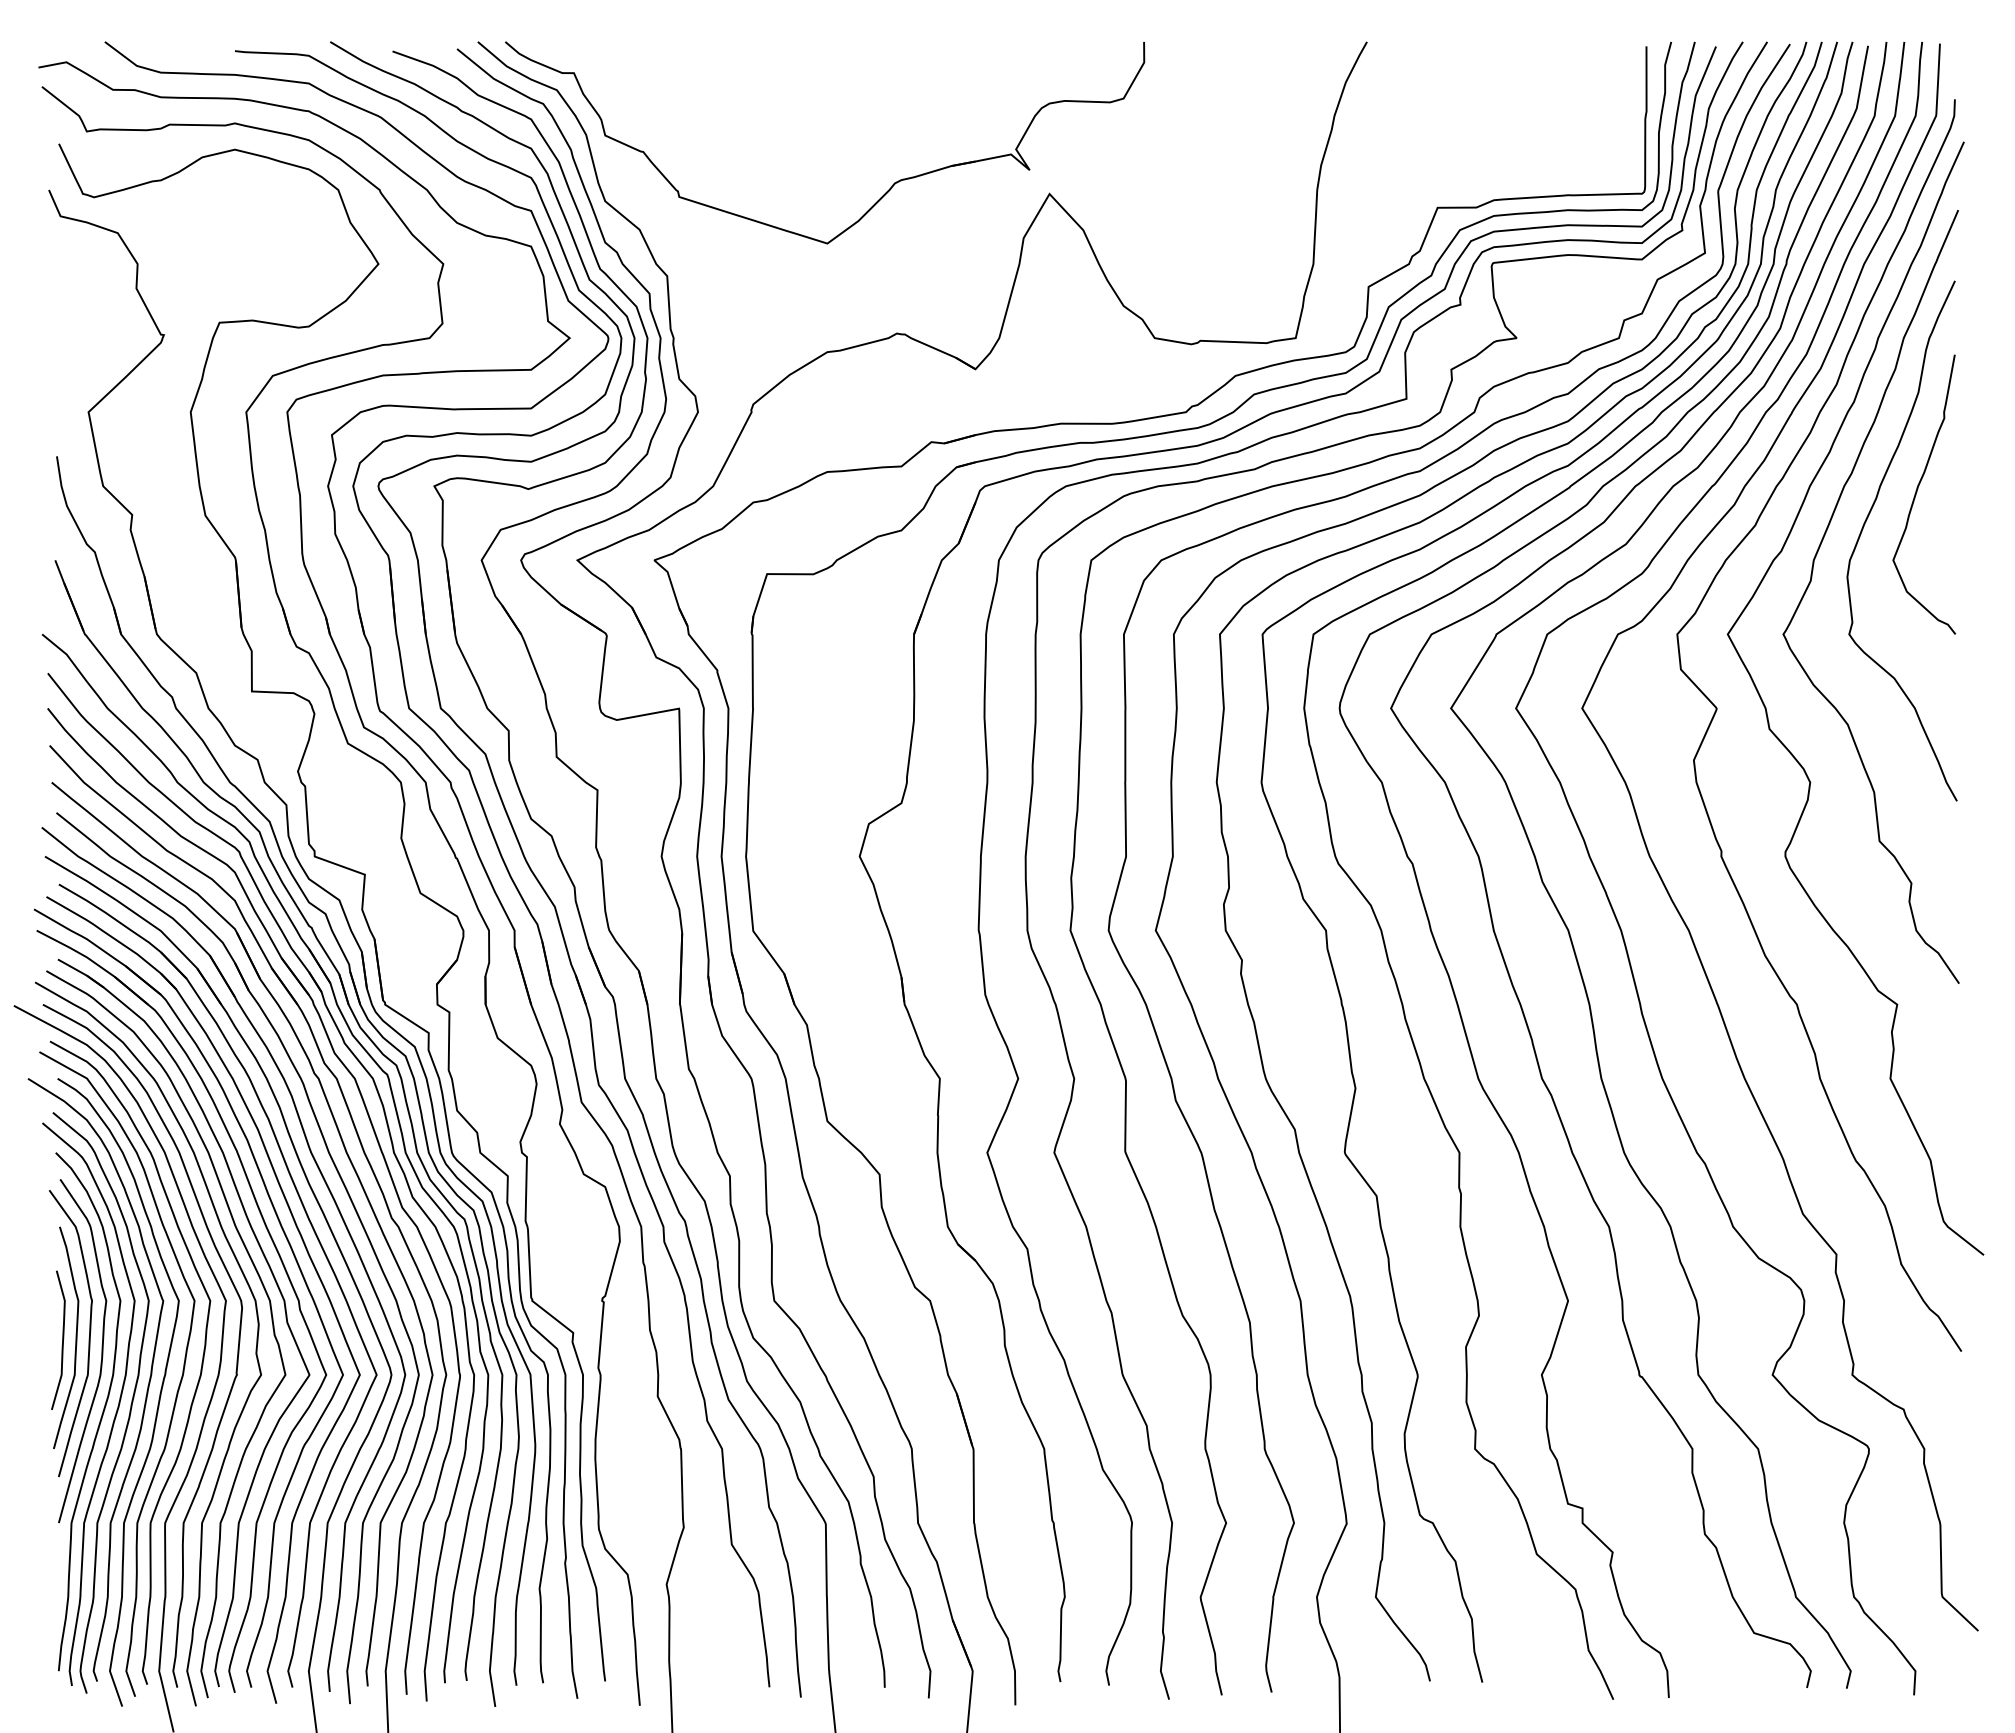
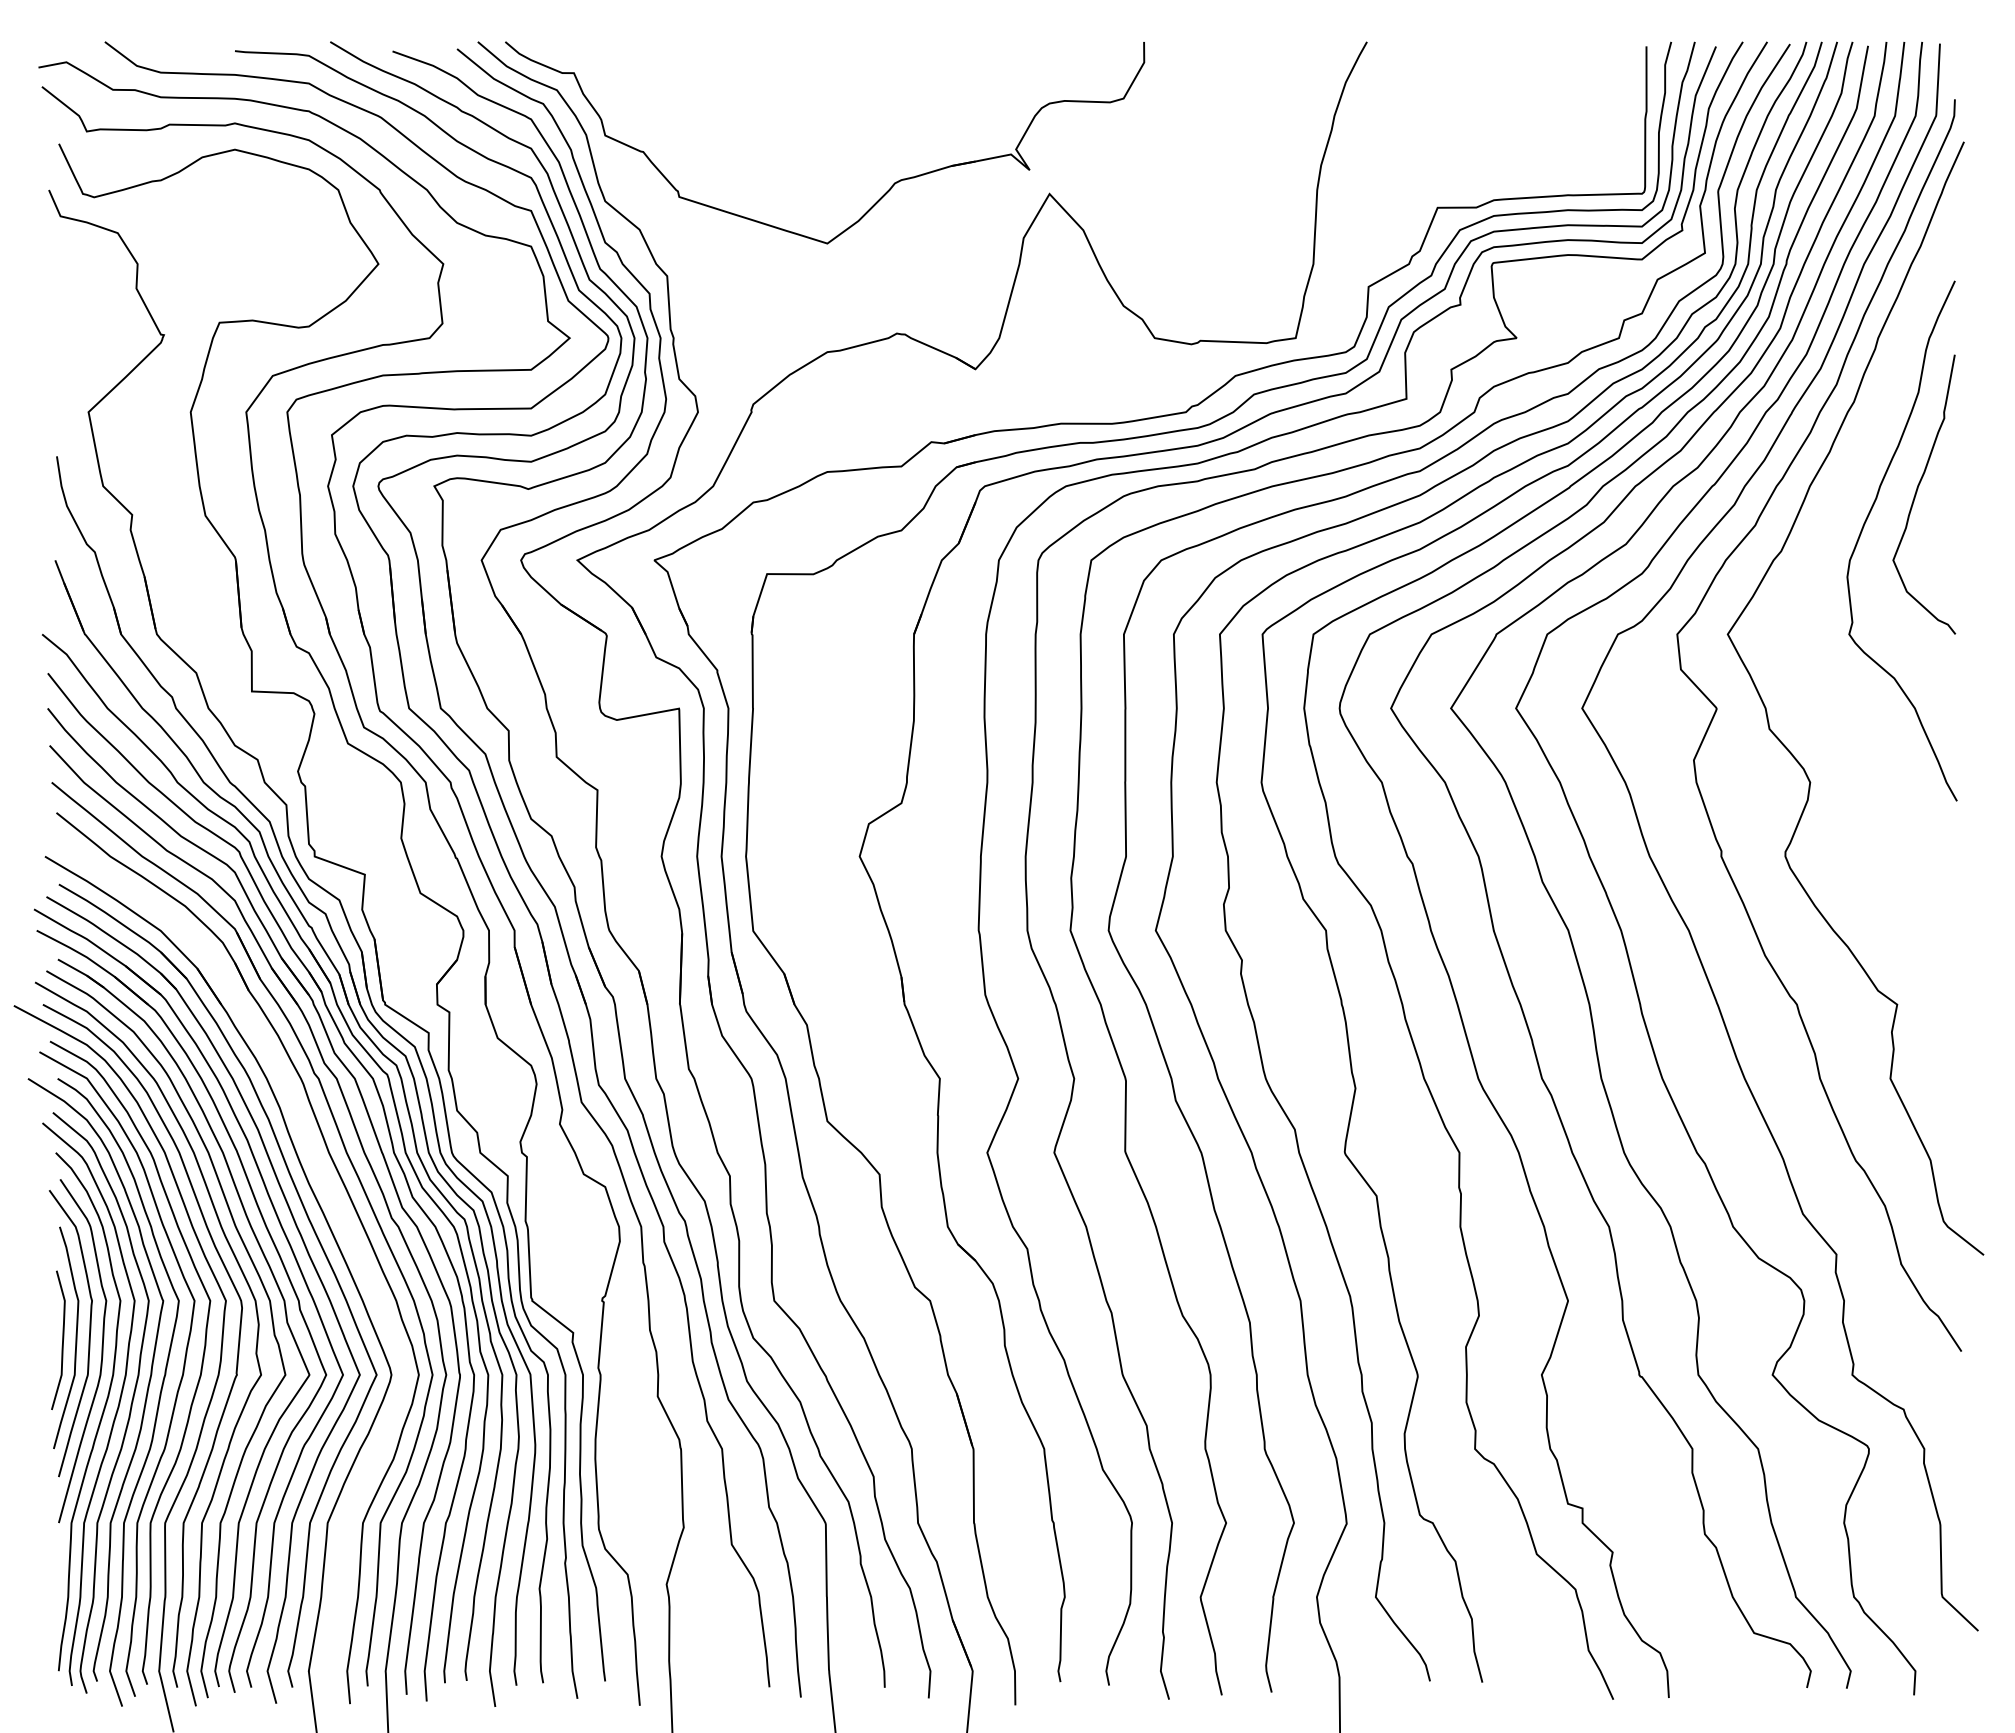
curve at (1811, 581): present -> none
part at (334, 1203): present -> none
